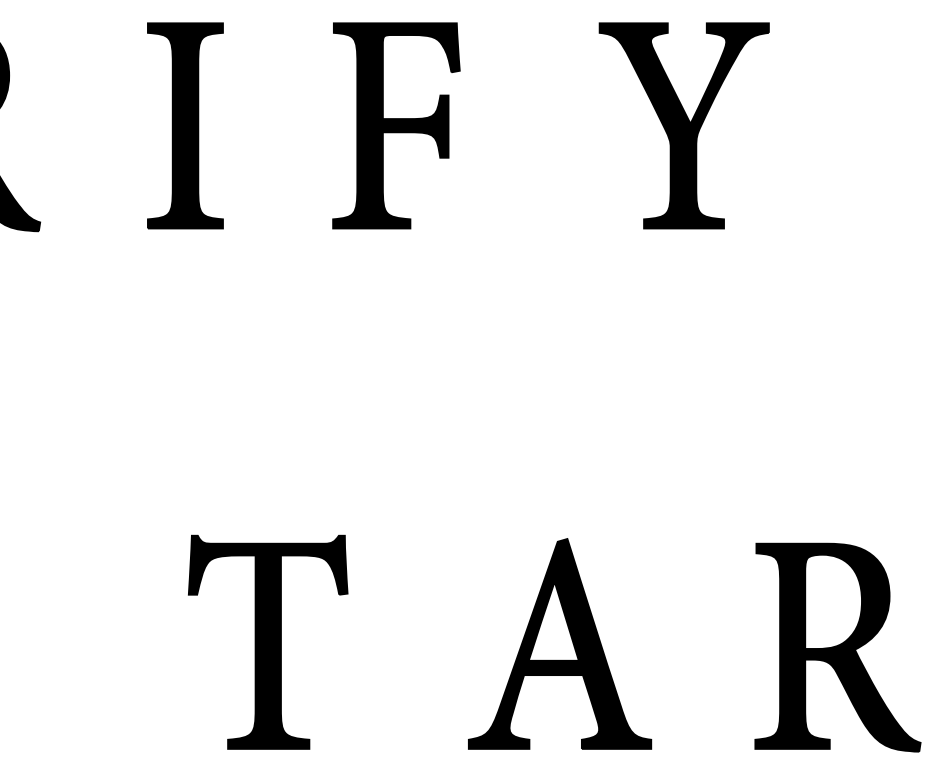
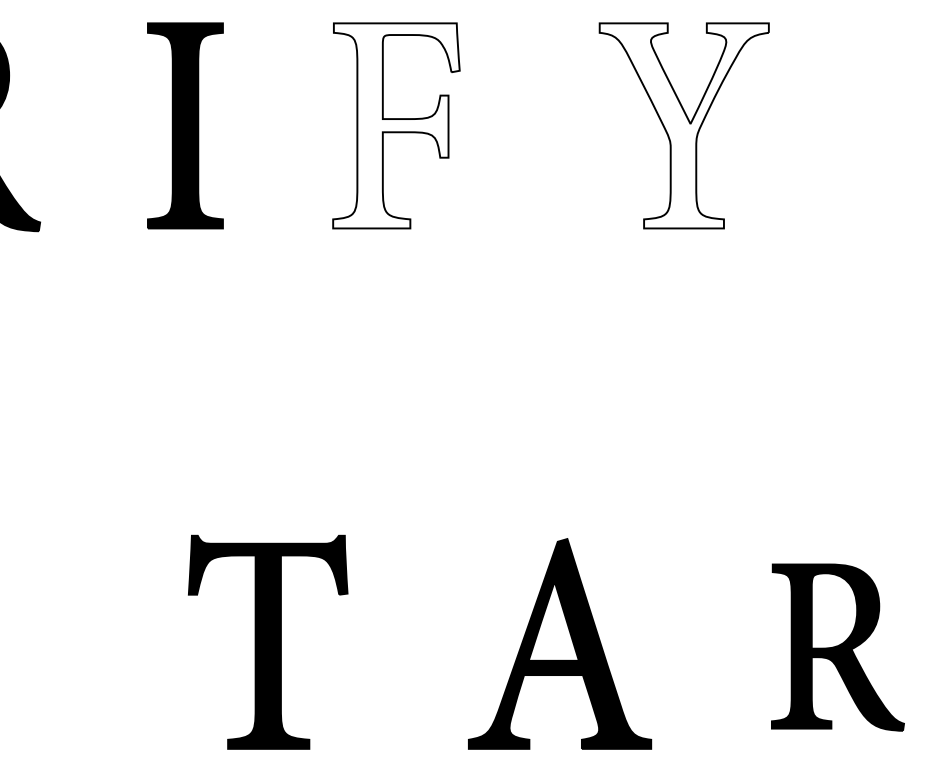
fill at (396, 125): present -> none
fill at (683, 125): present -> none
part at (837, 647) size: 168x211 px -> 134x169 px
